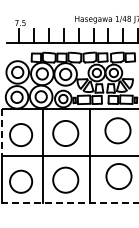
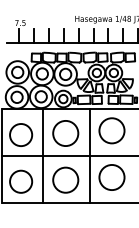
circle at (117, 130) position: (117, 130) -> (111, 130)
line at (2, 132): dashed -> solid
circle at (118, 176) position: (118, 176) -> (111, 177)
line at (69, 202): dashed -> solid
